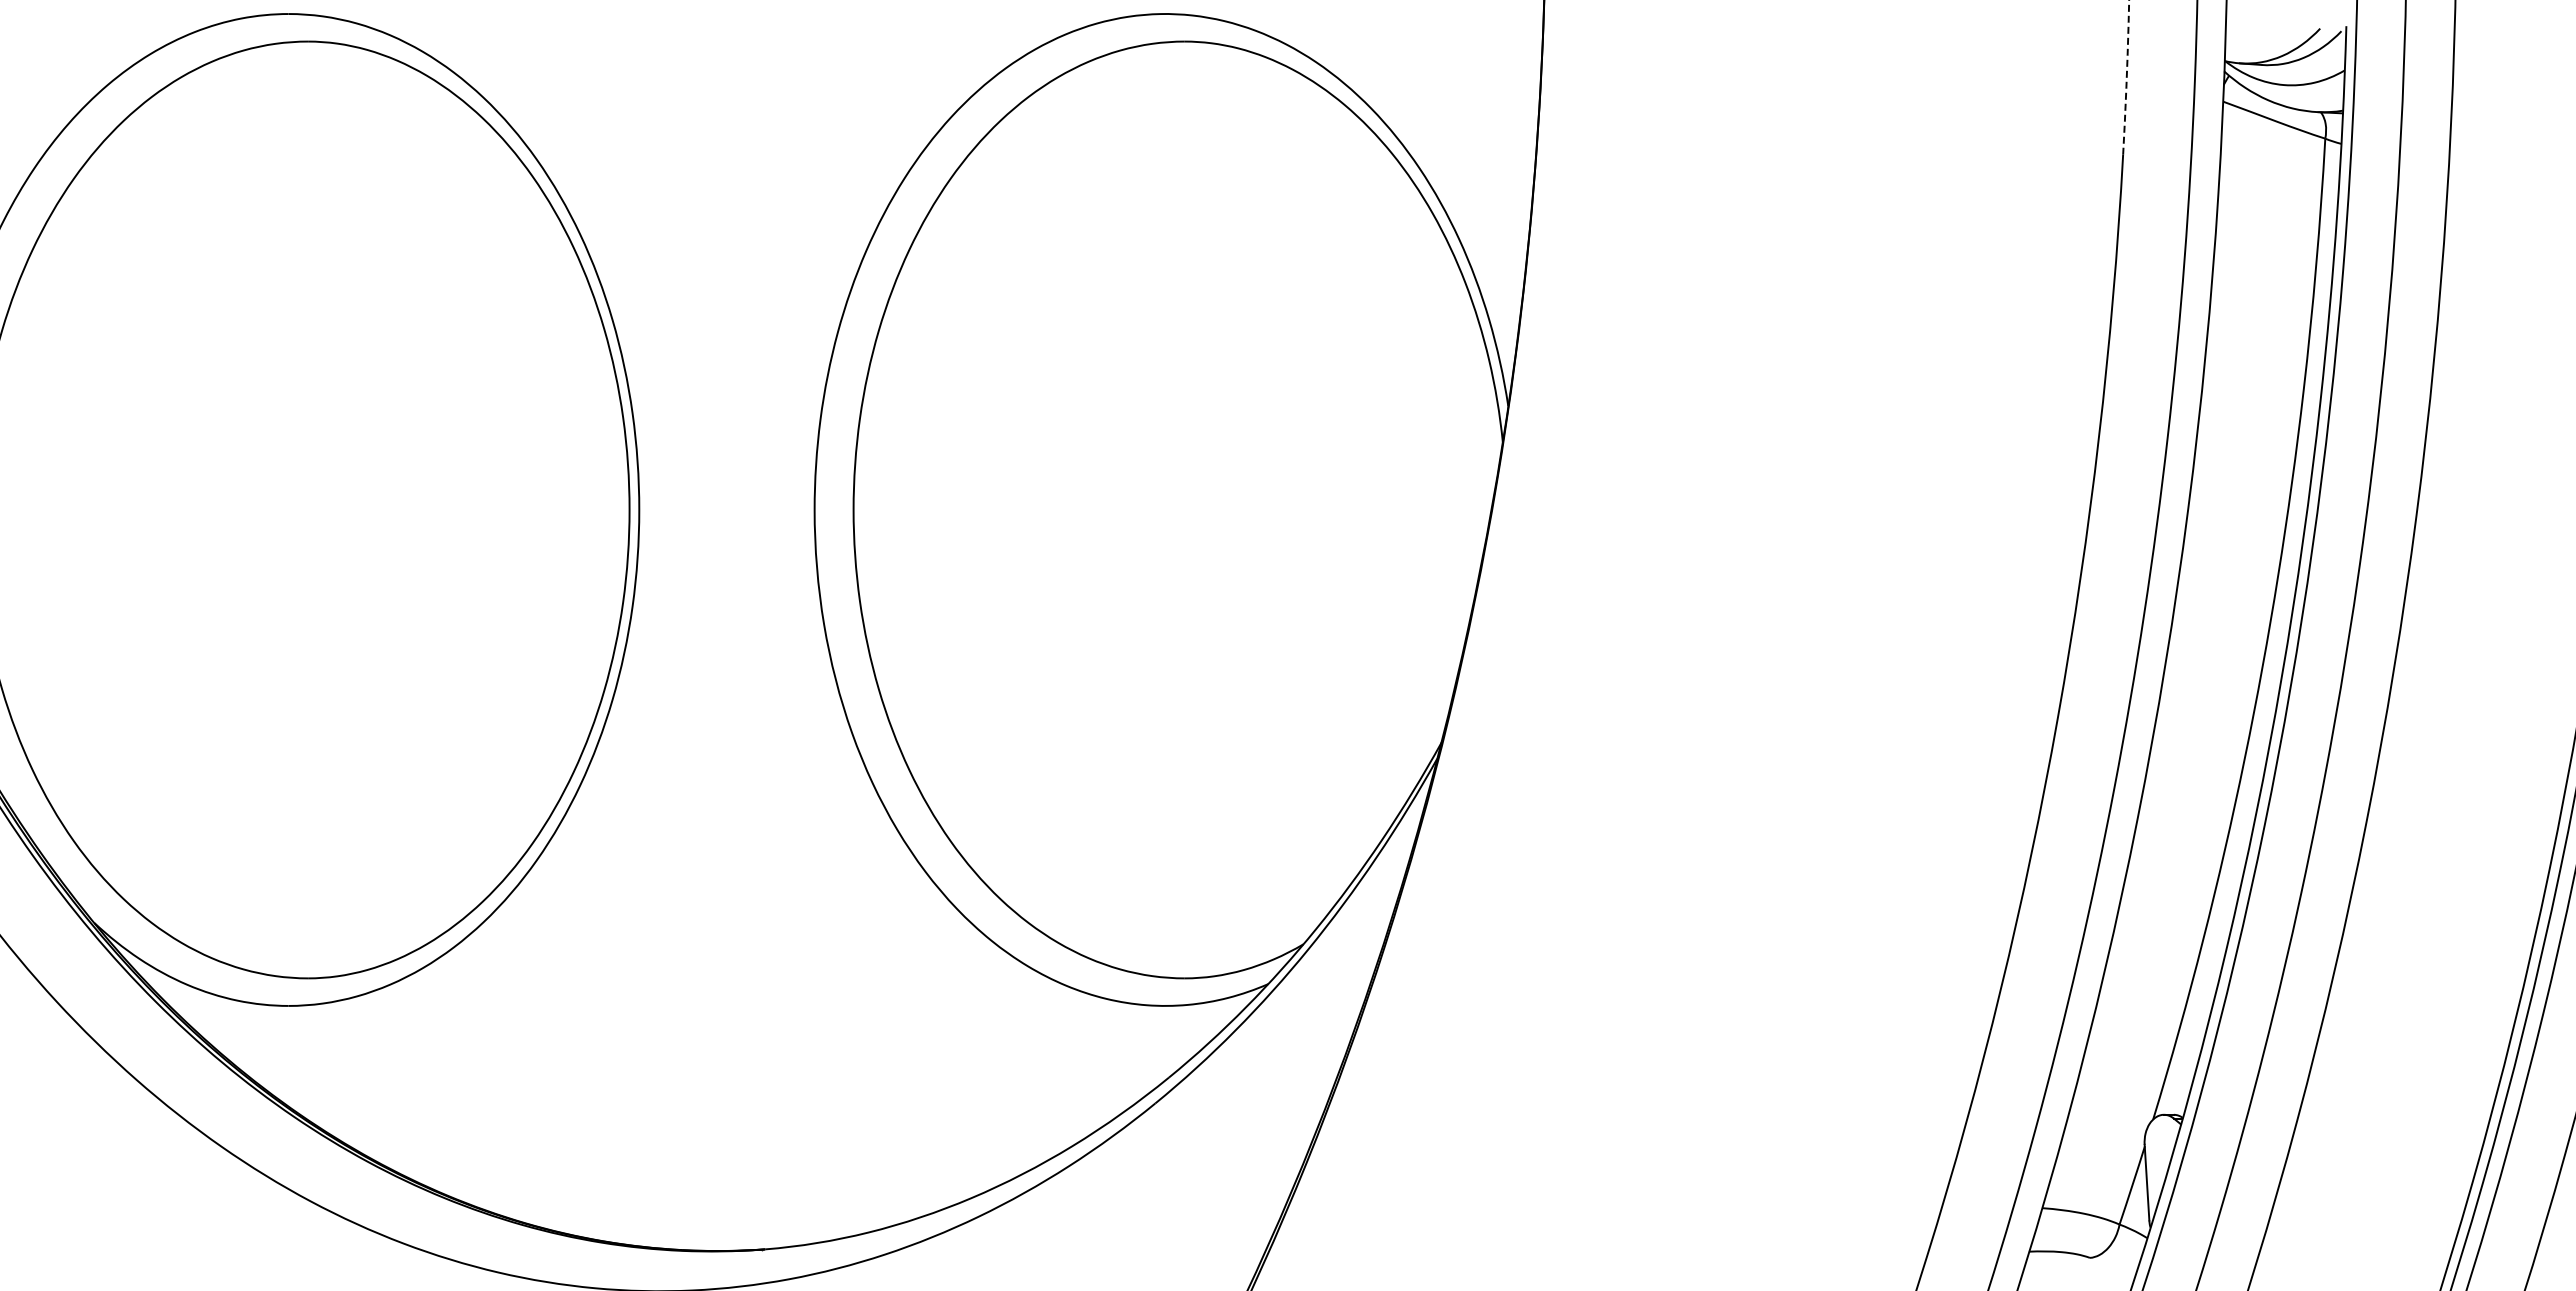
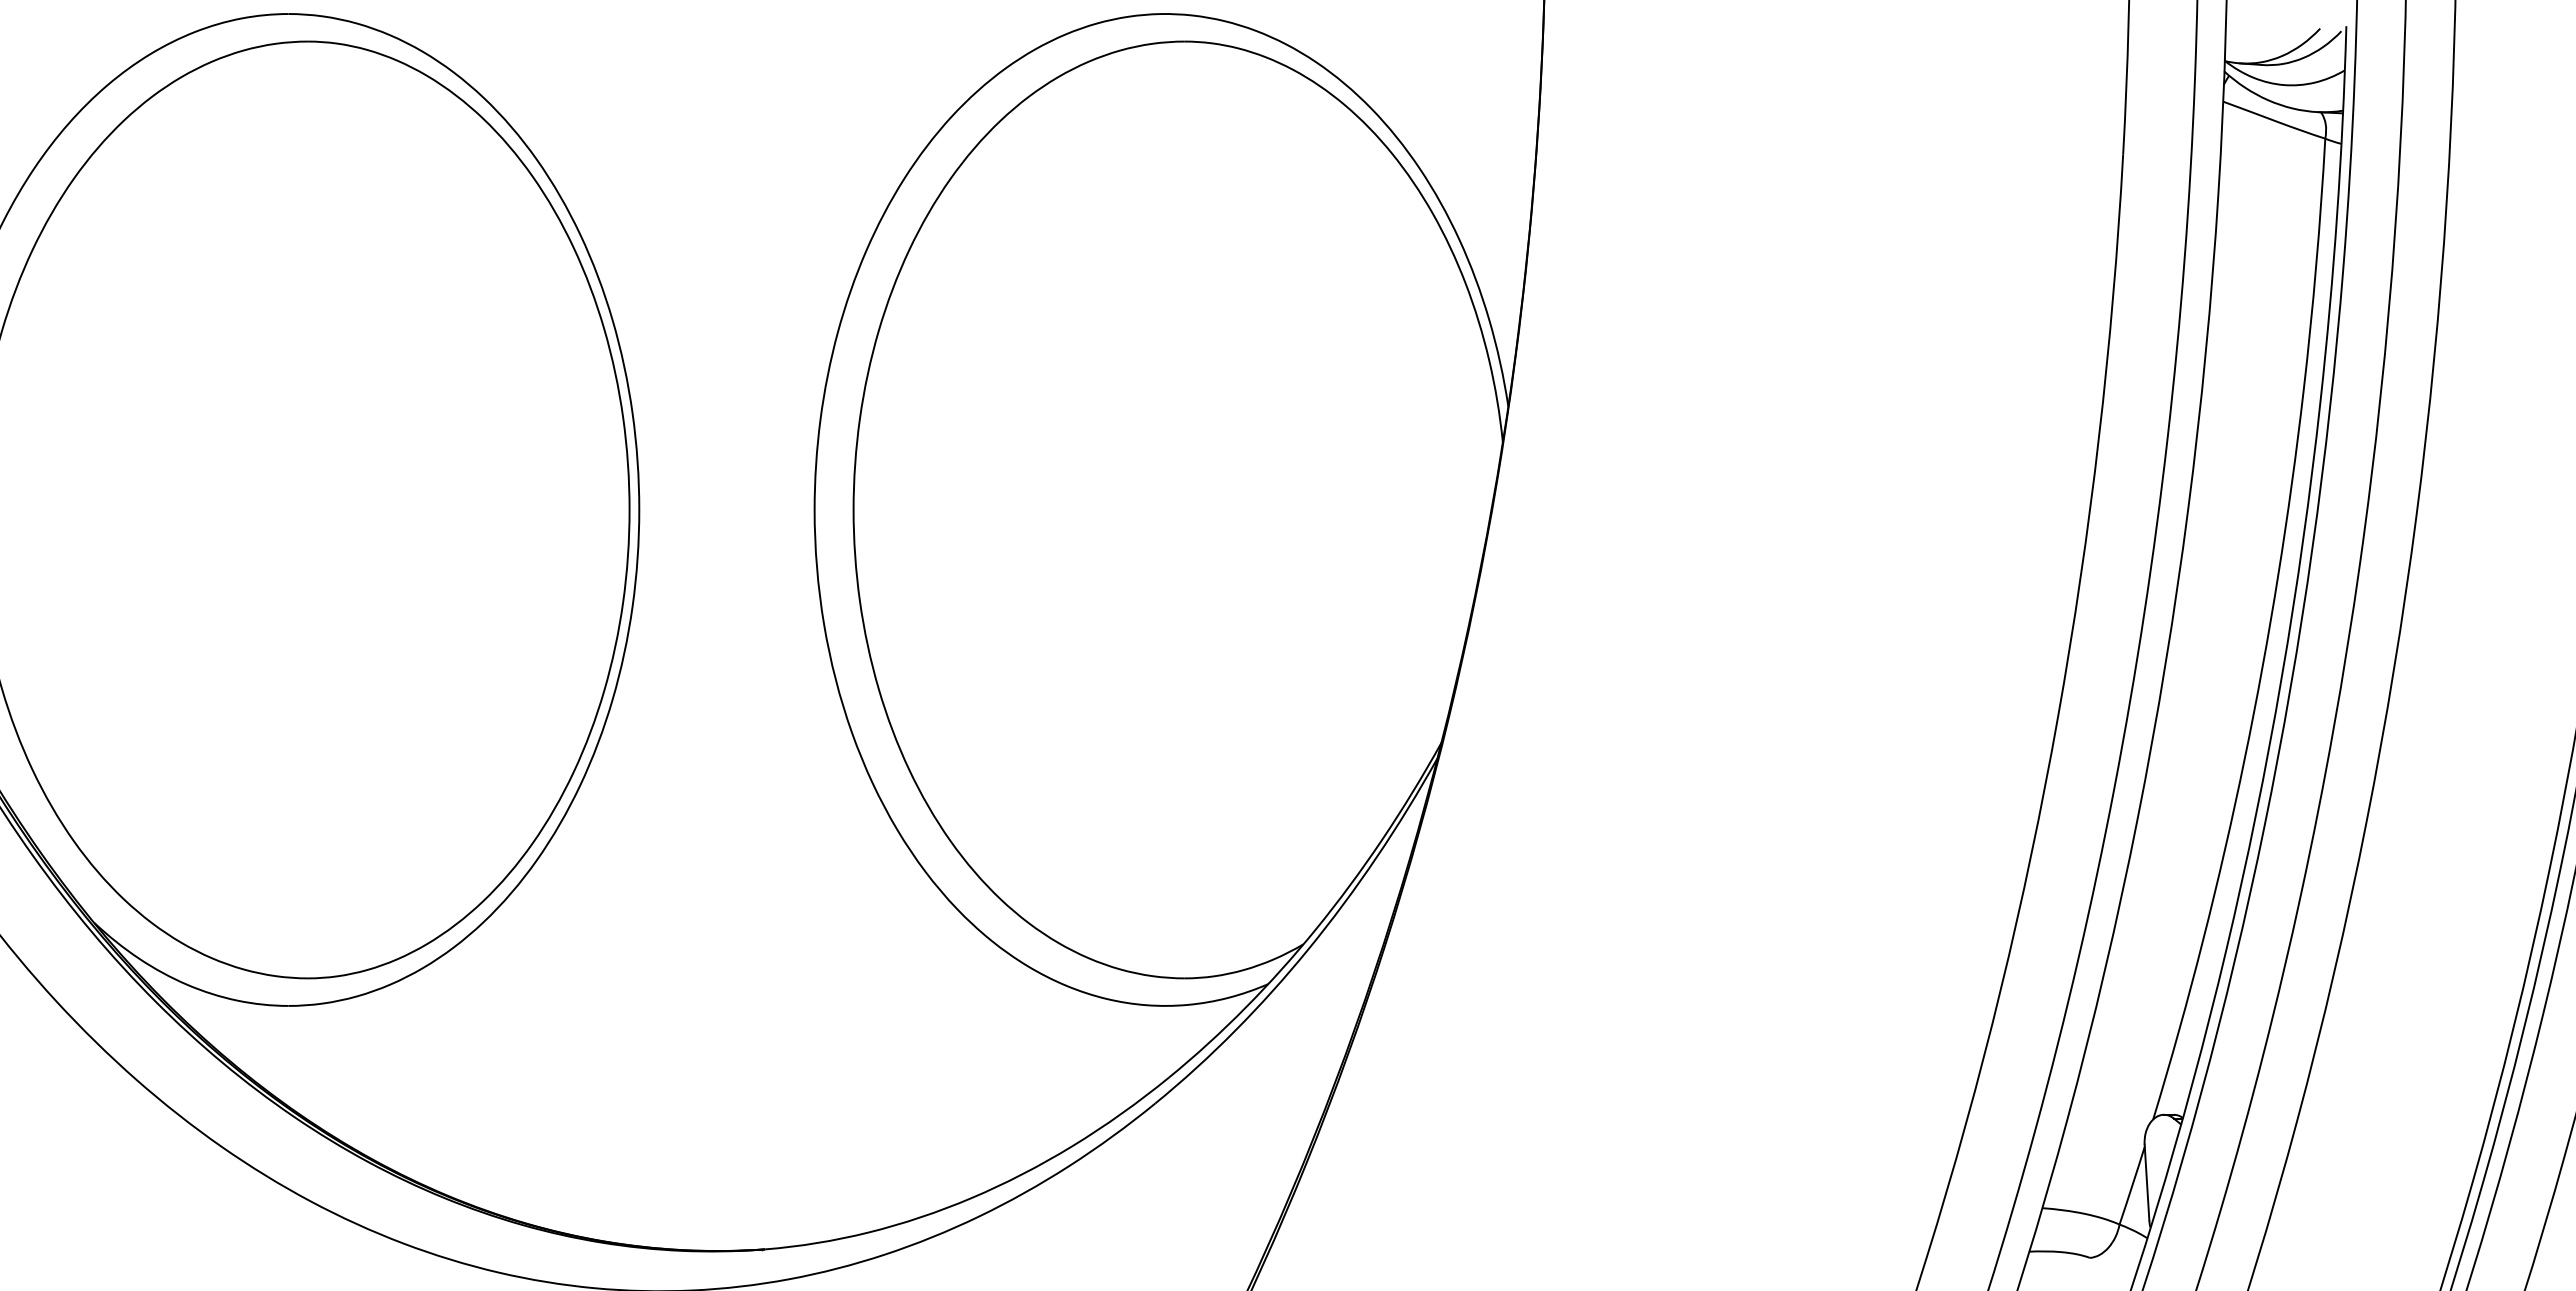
arc at (2126, 77): dashed -> solid
